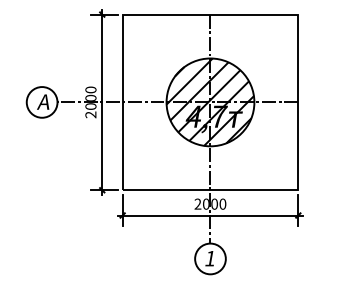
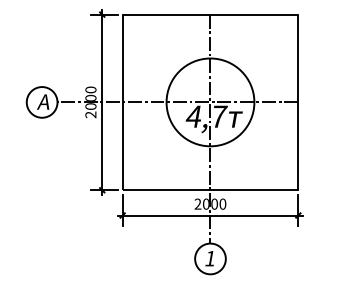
hatch at (209, 101): present -> none
